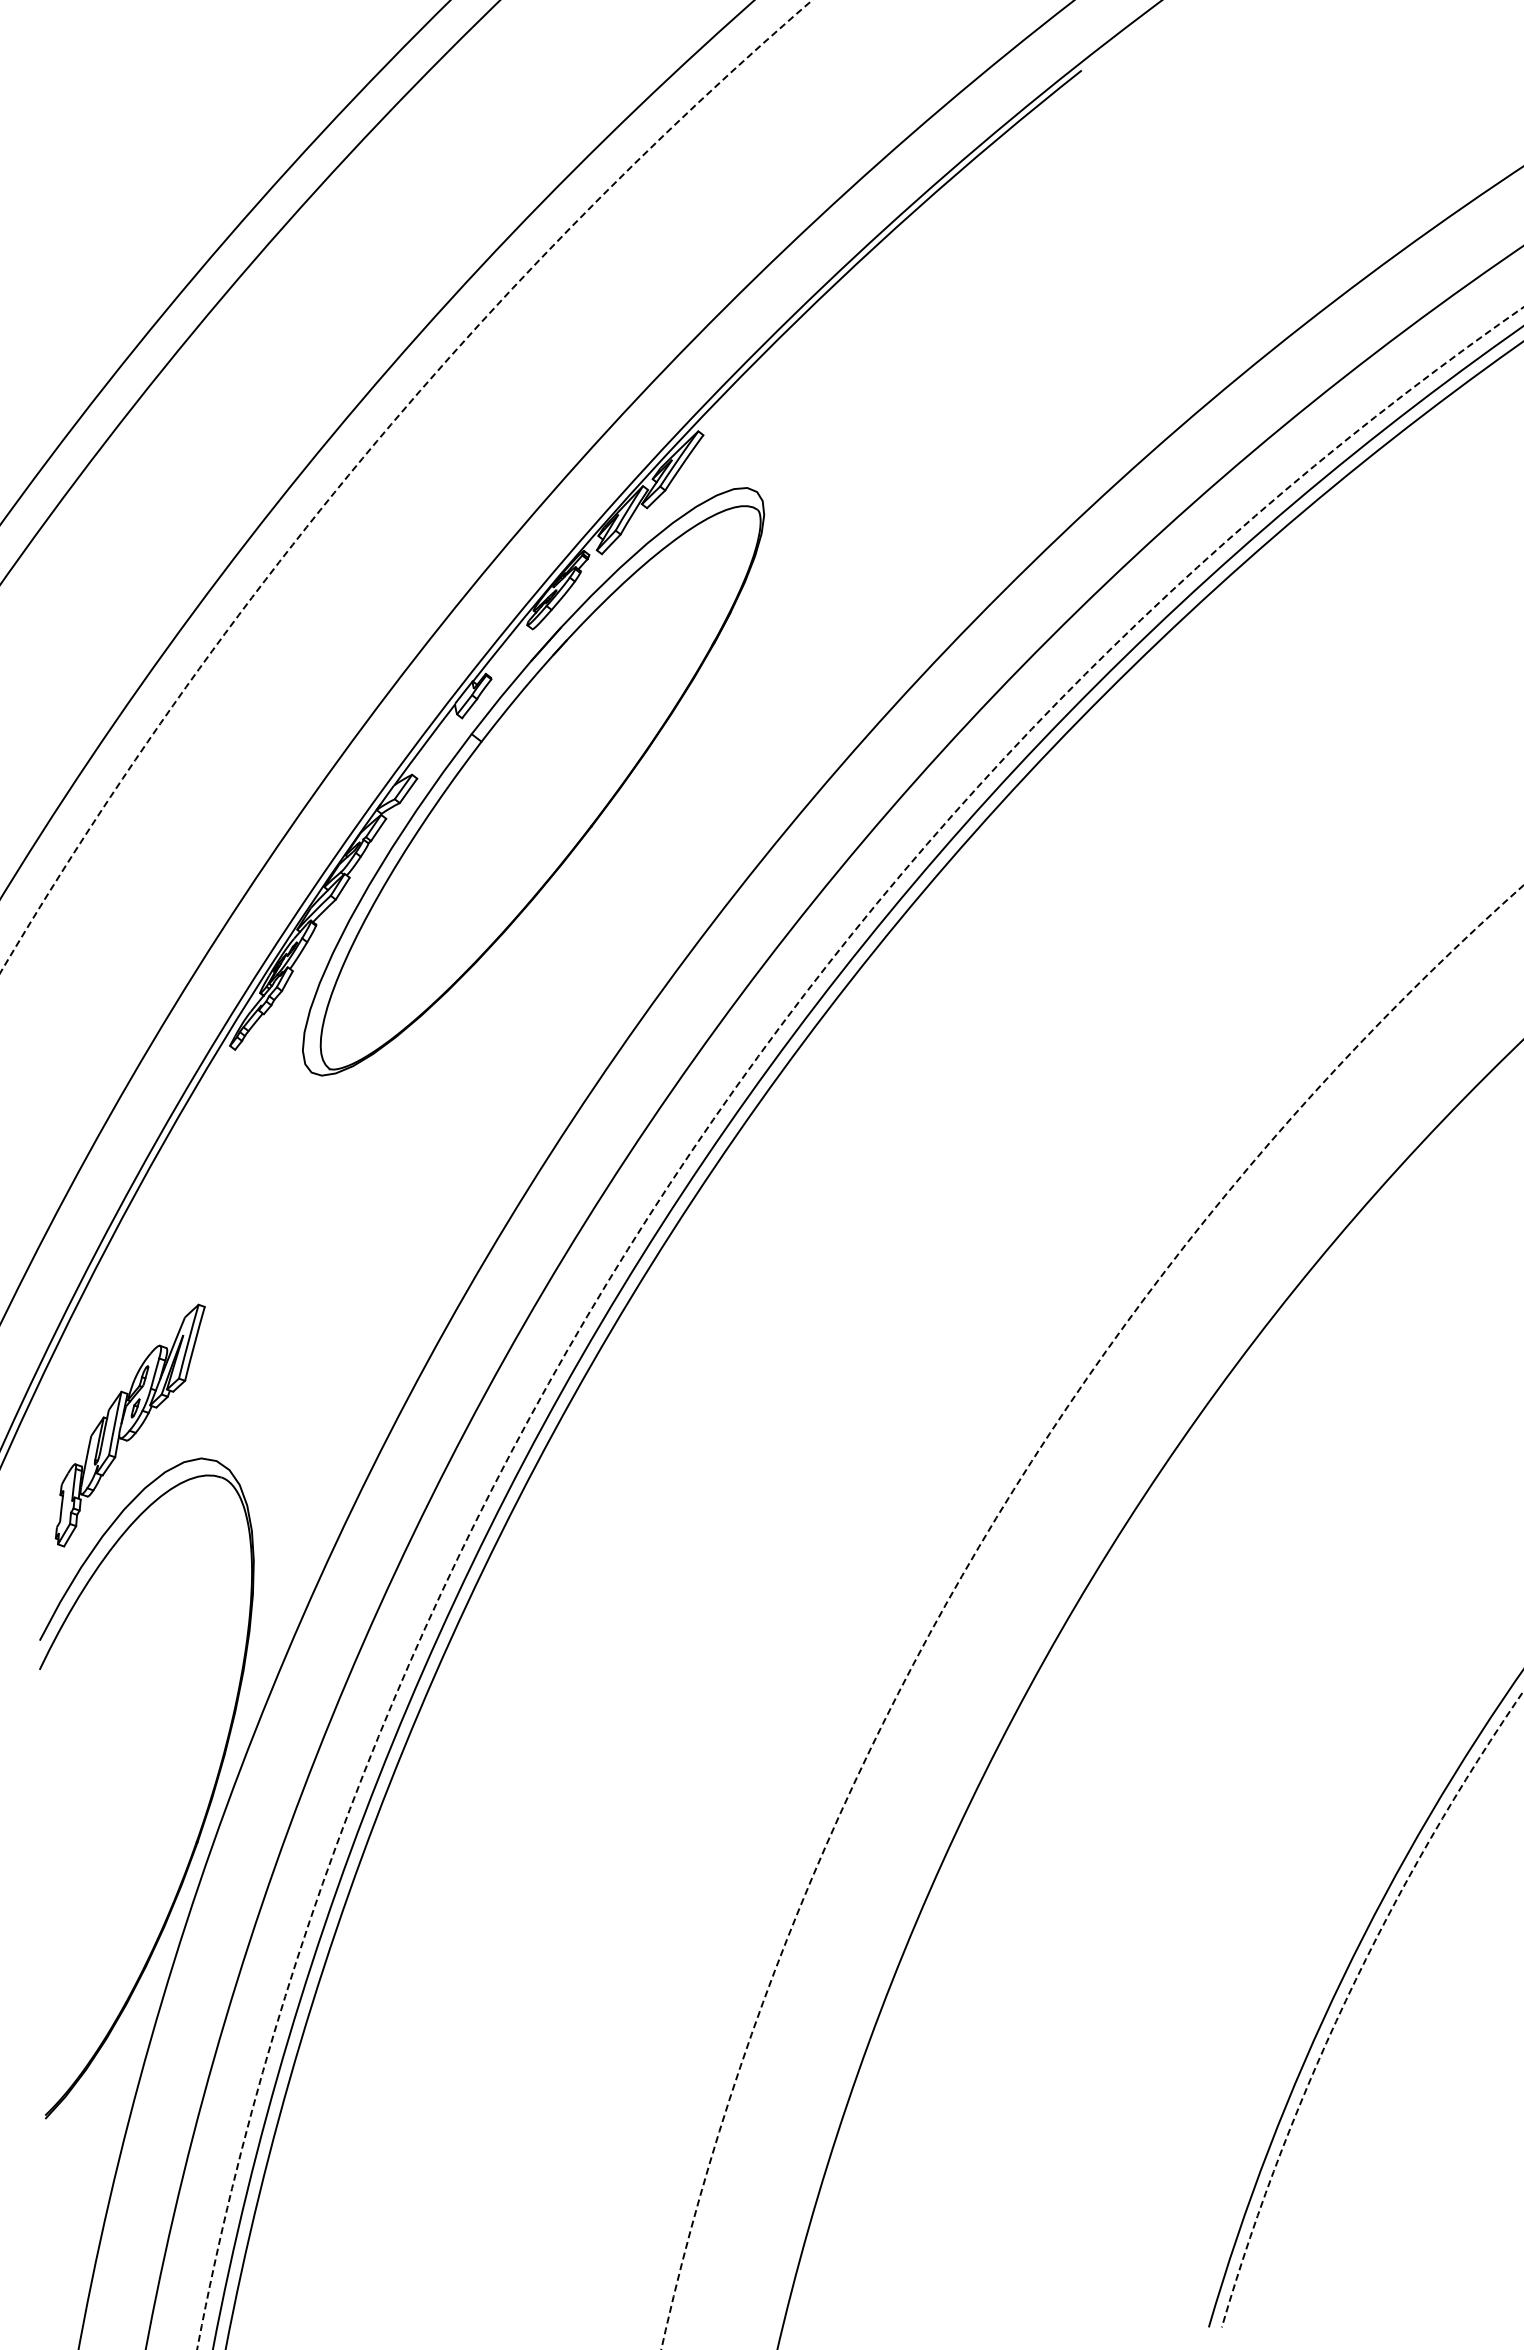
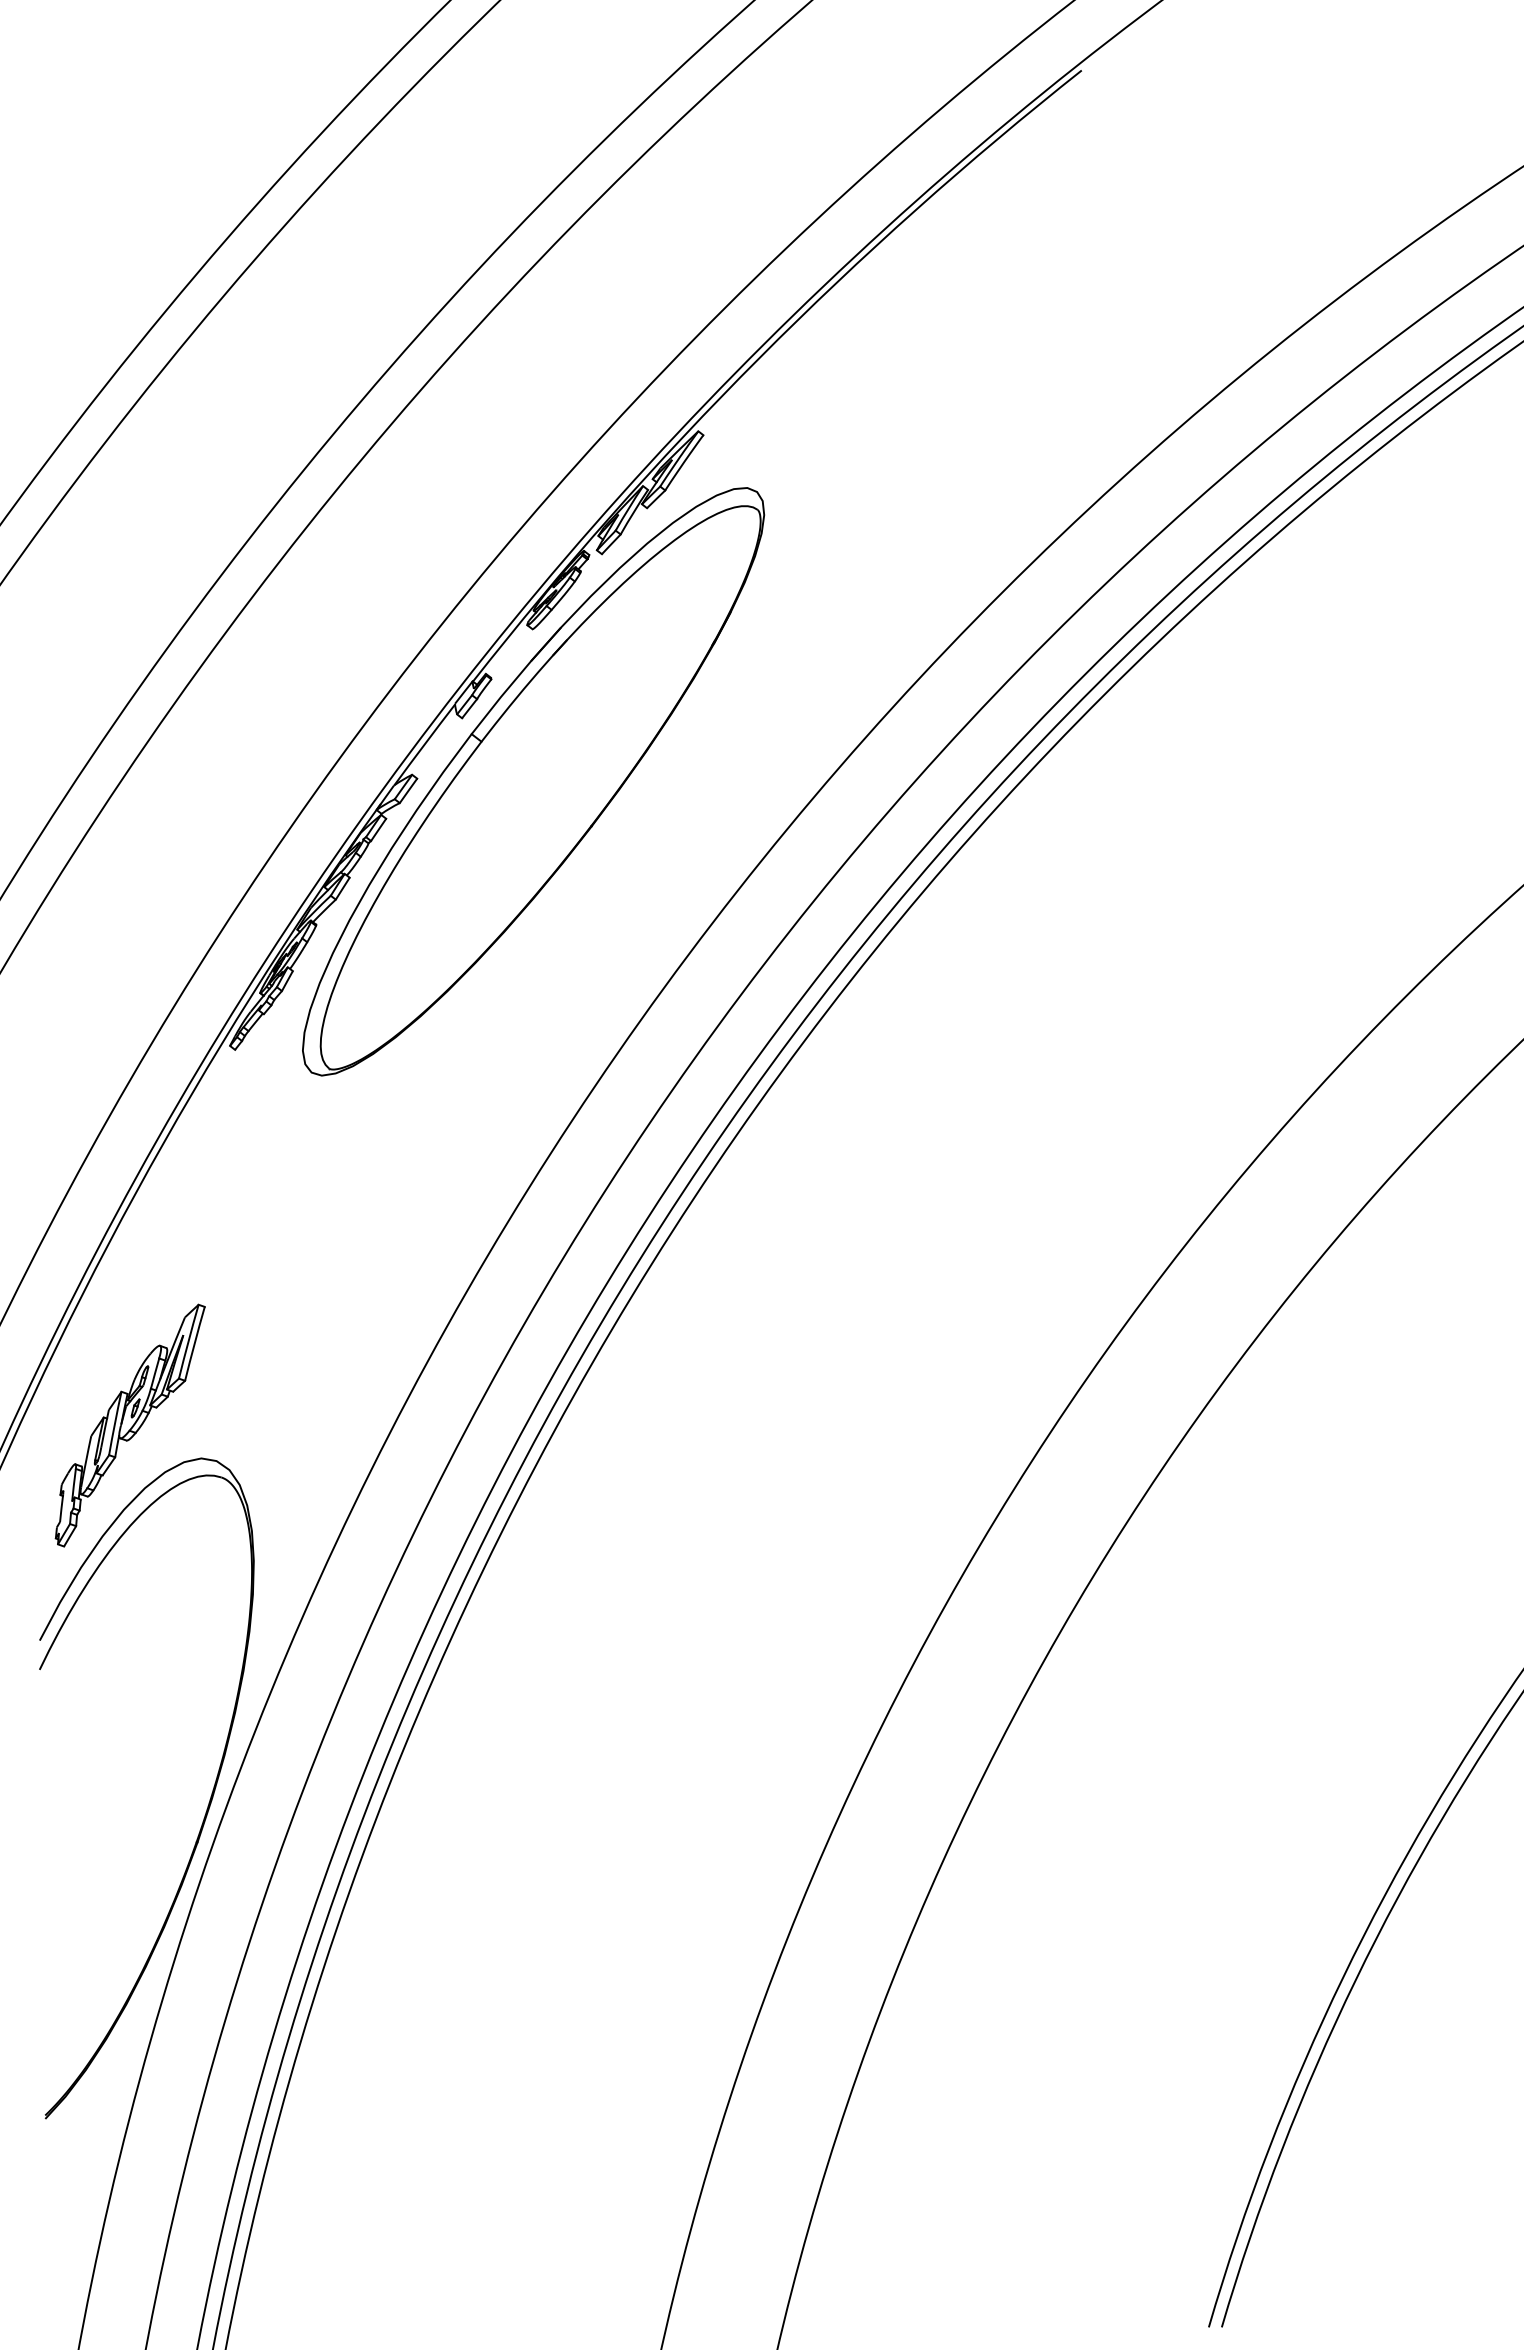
arc at (367, 453): dashed -> solid
circle at (860, 1328): dashed -> solid
circle at (1092, 1617): dashed -> solid
arc at (1347, 1997): dashed -> solid
